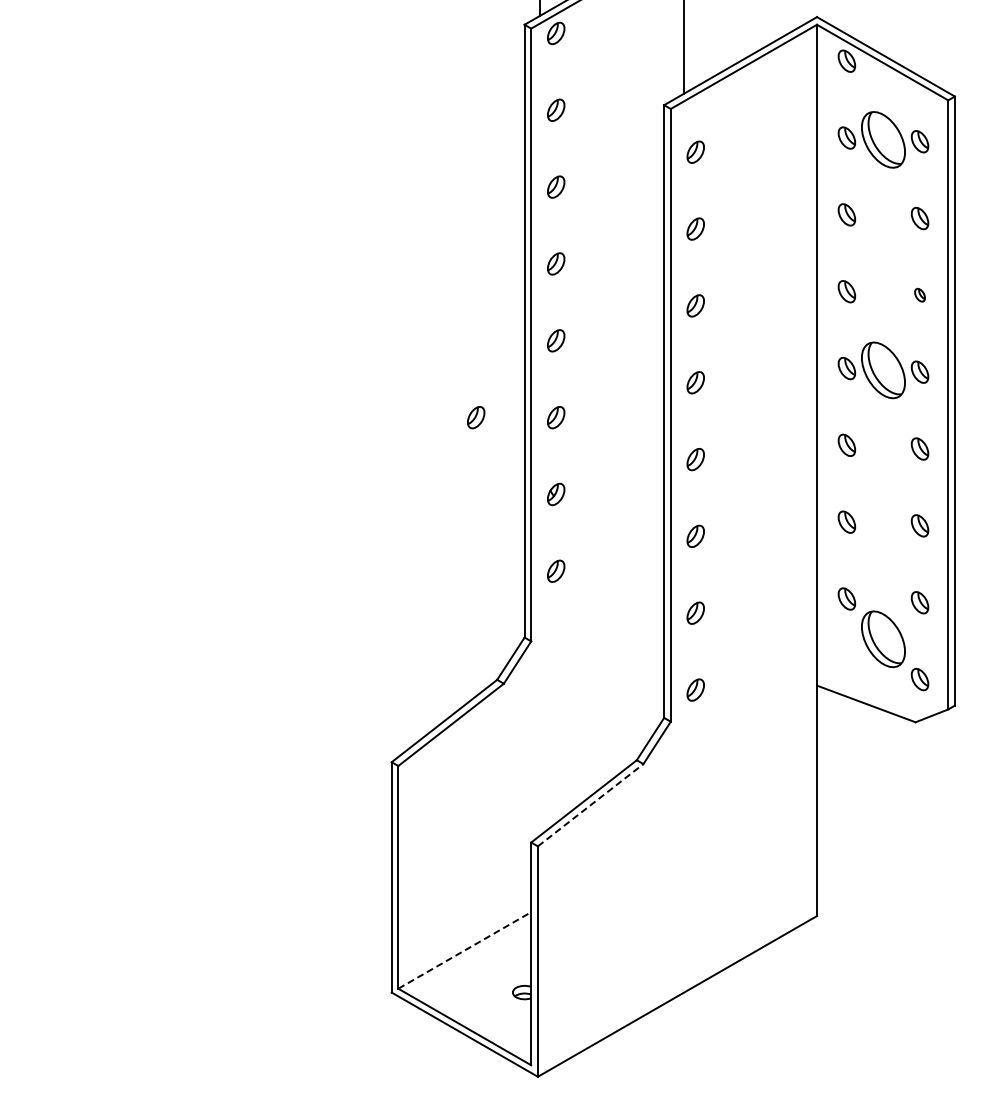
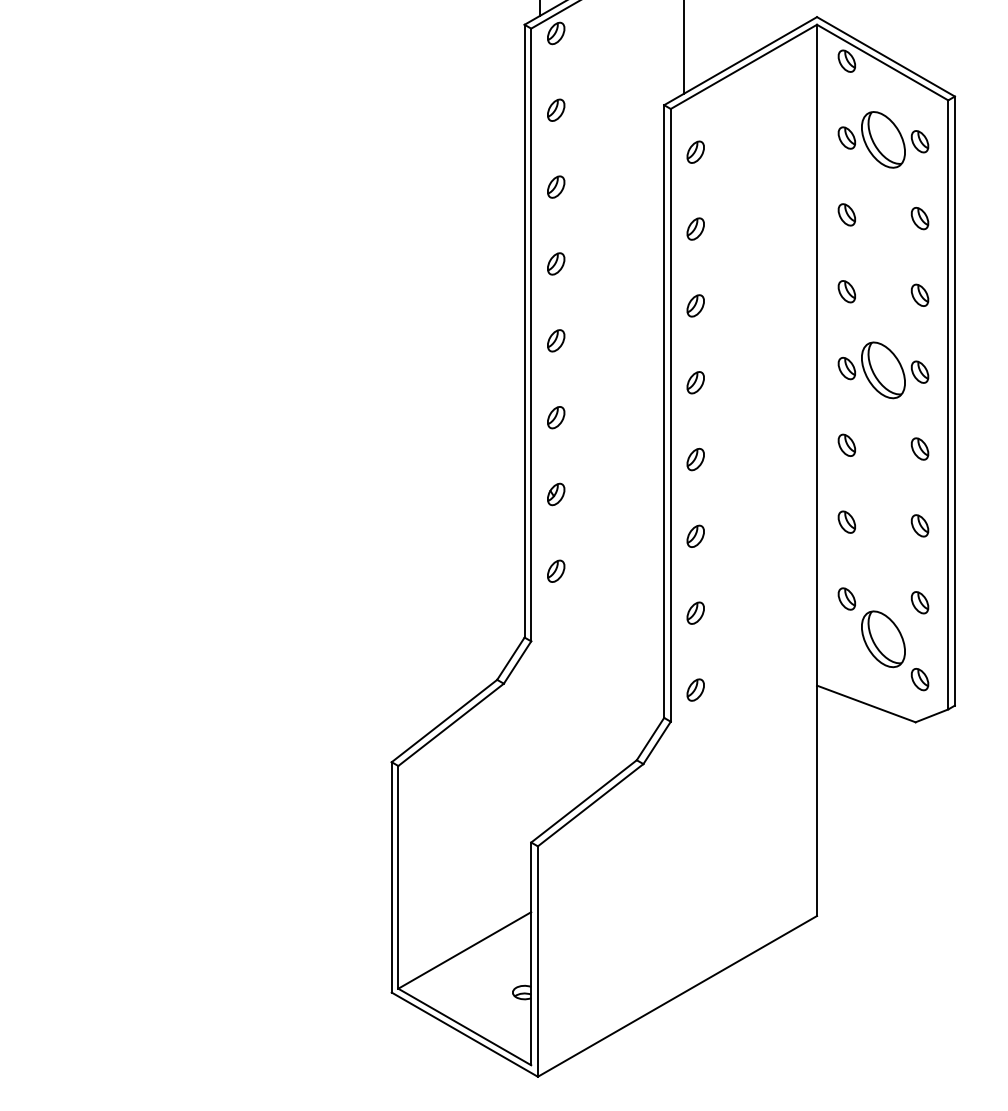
part at (919, 294) size: 12x16 px -> 20x24 px
part at (476, 417): present -> none
line at (590, 805): dashed -> solid
line at (464, 950): dashed -> solid
